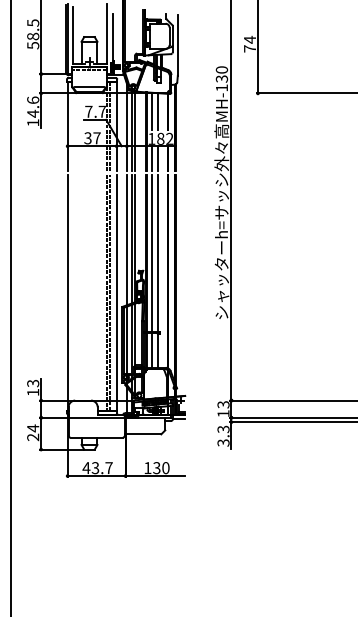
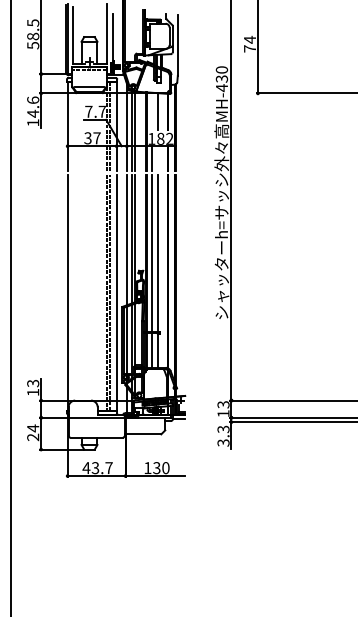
text at (221, 88): MH-130 -> MH-430
line at (152, 111): present -> none
line at (158, 158): present -> none
